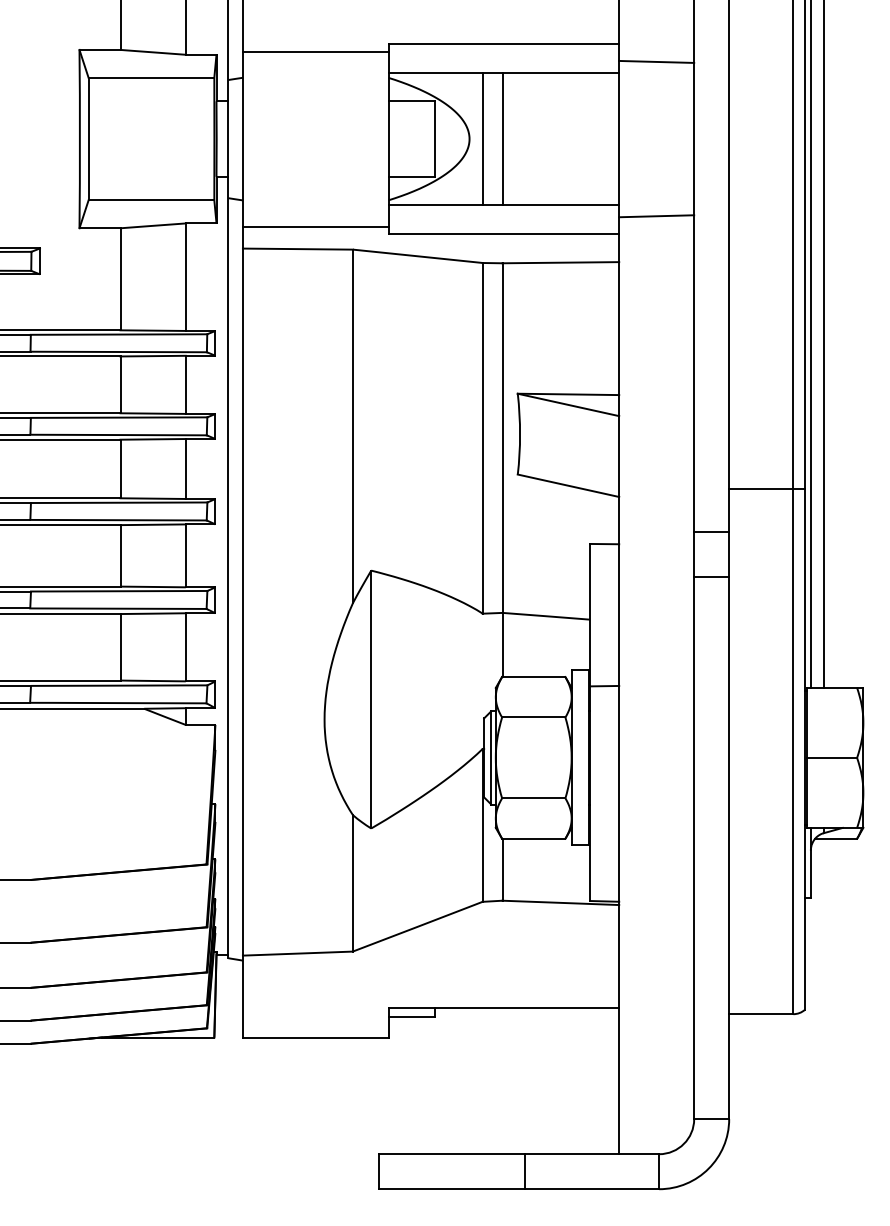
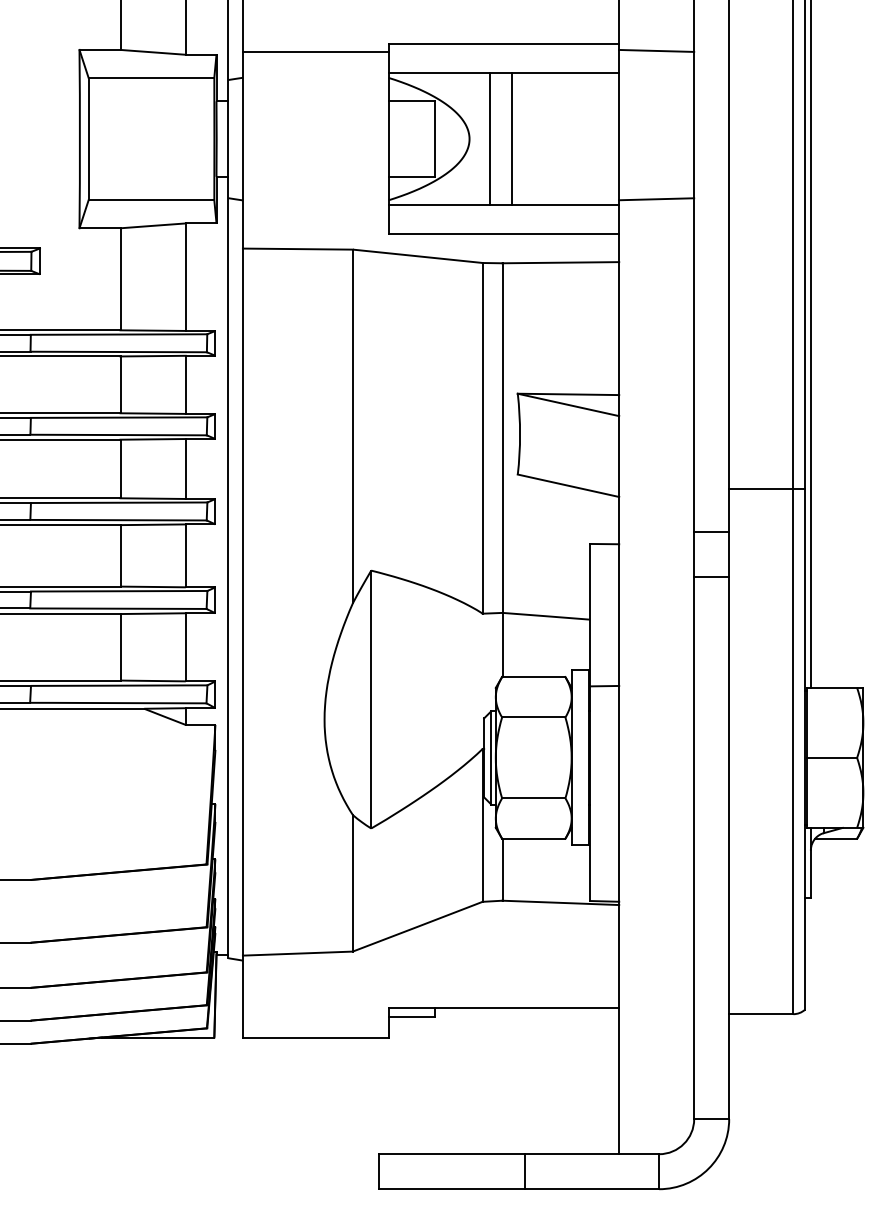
line at (656, 61) position: (656, 61) -> (656, 50)
line at (482, 138) position: (482, 138) -> (489, 138)
line at (502, 138) position: (502, 138) -> (511, 138)
line at (656, 216) position: (656, 216) -> (656, 199)
line at (315, 226): present -> none
line at (823, 344): present -> none
